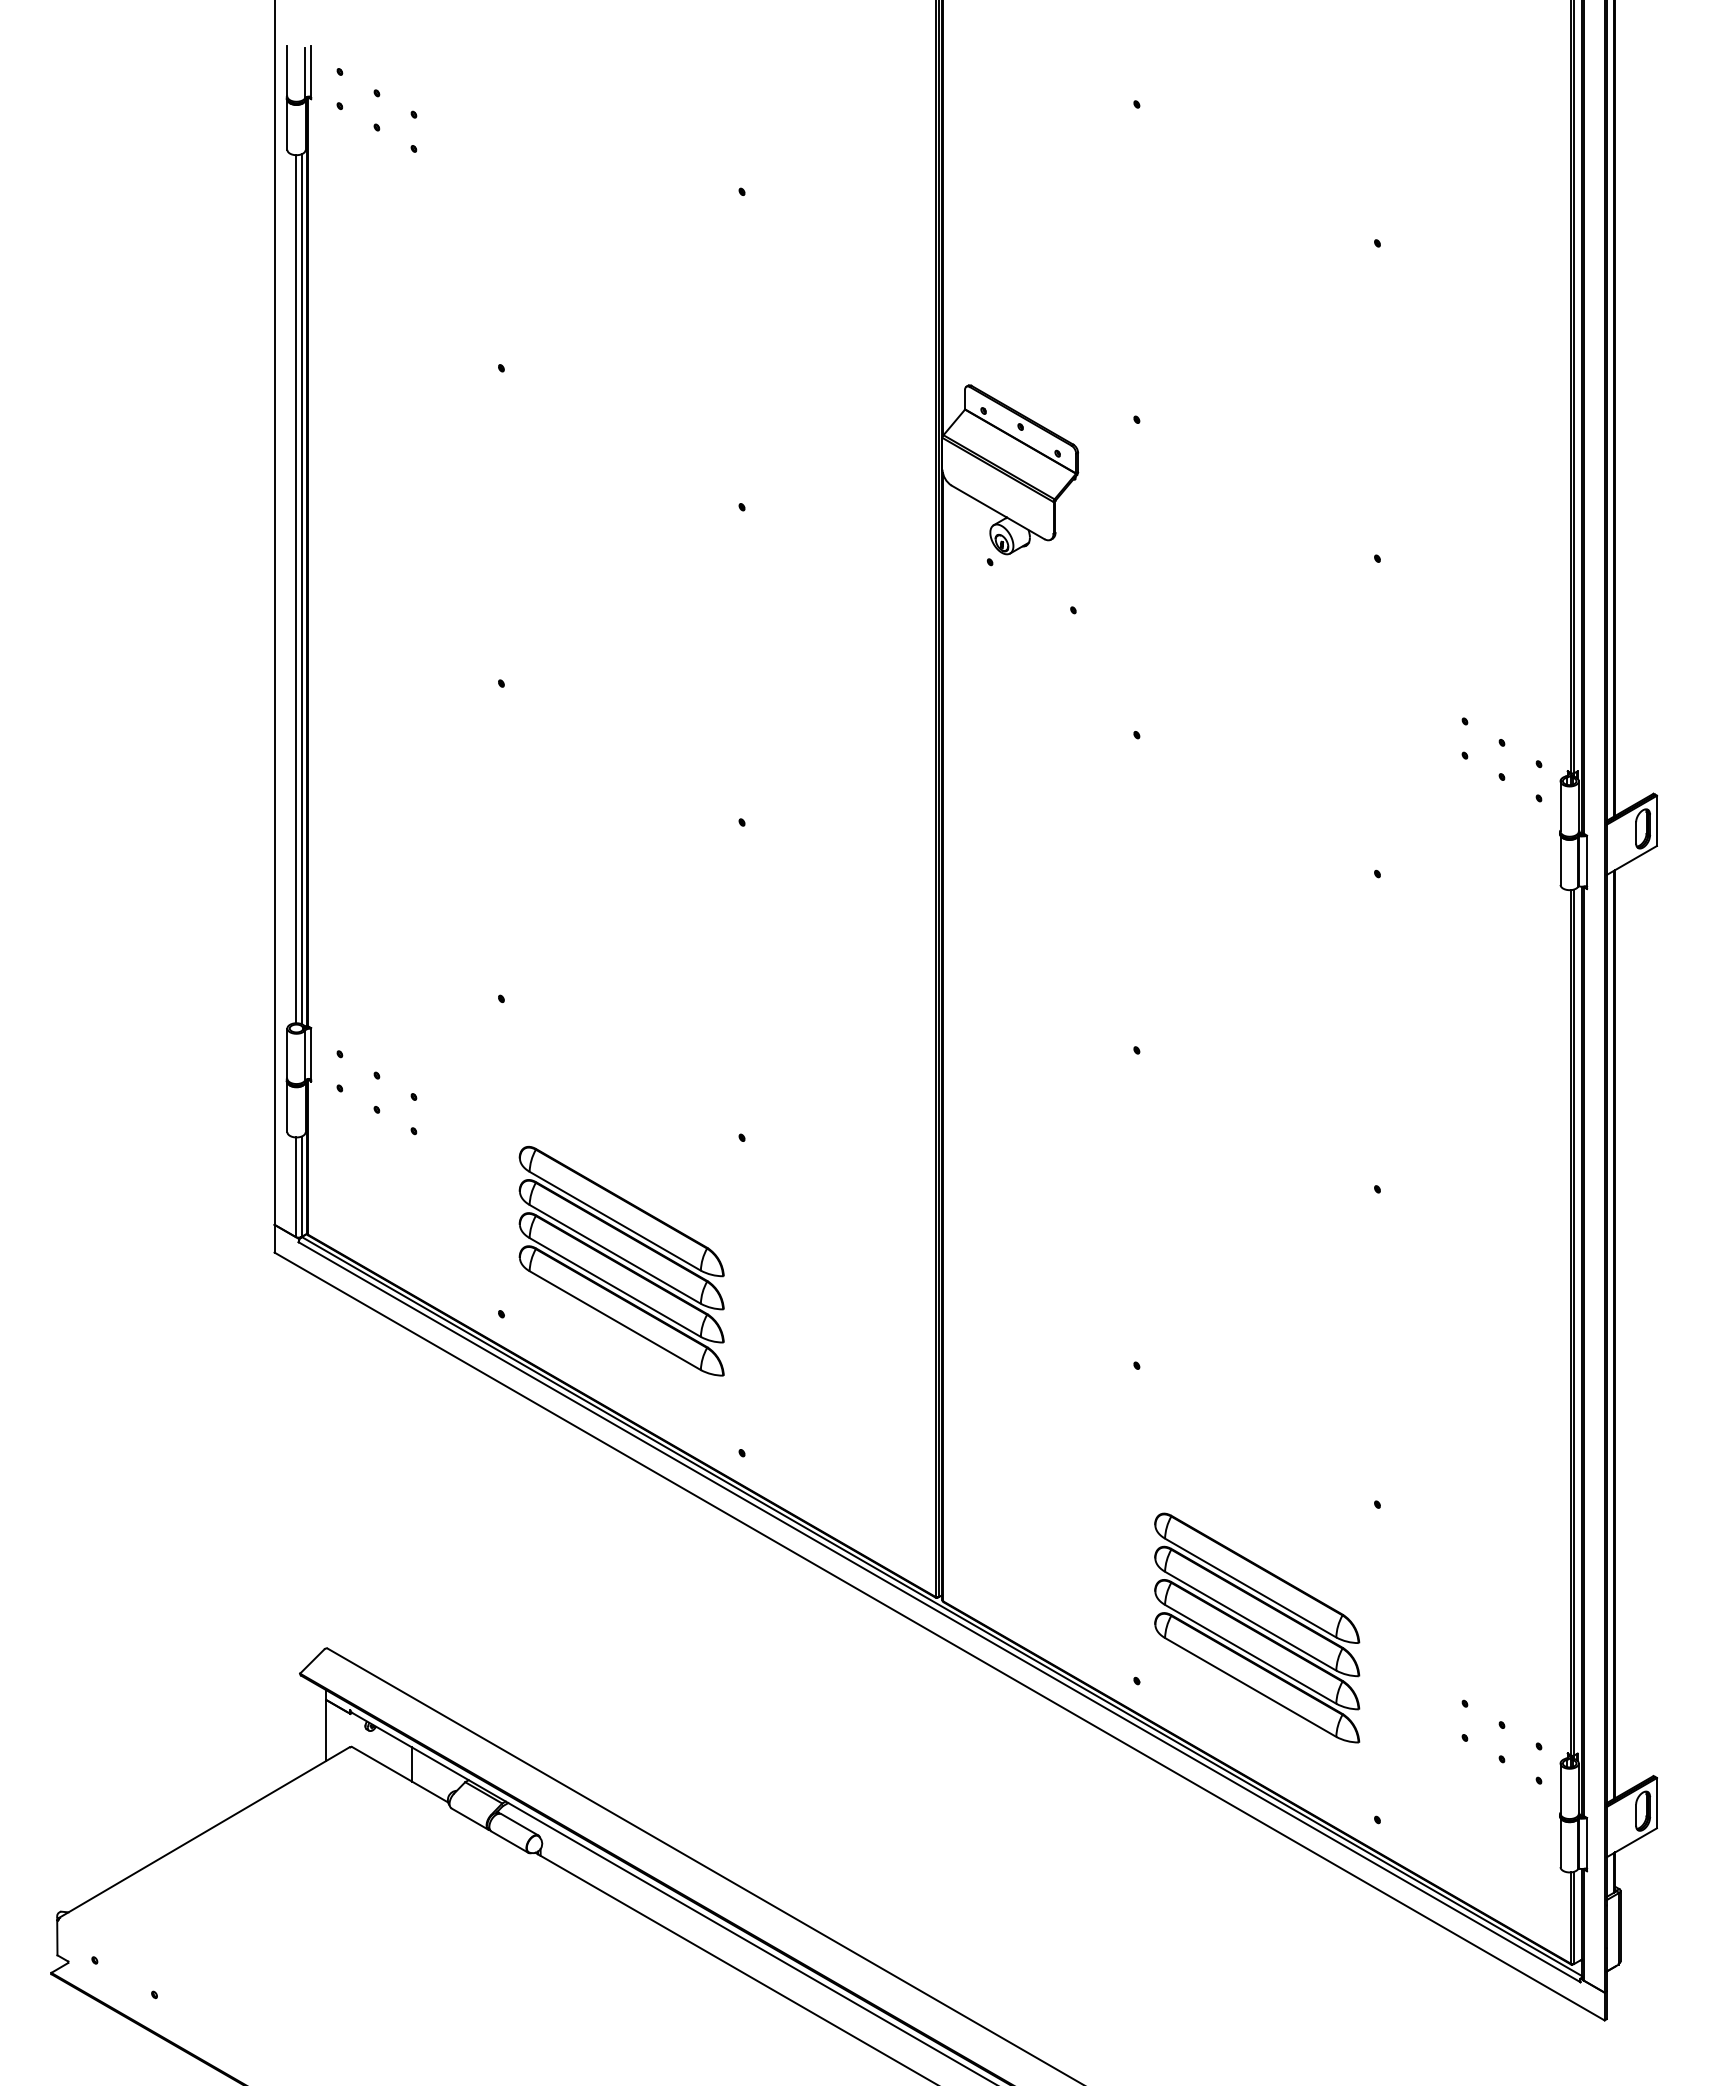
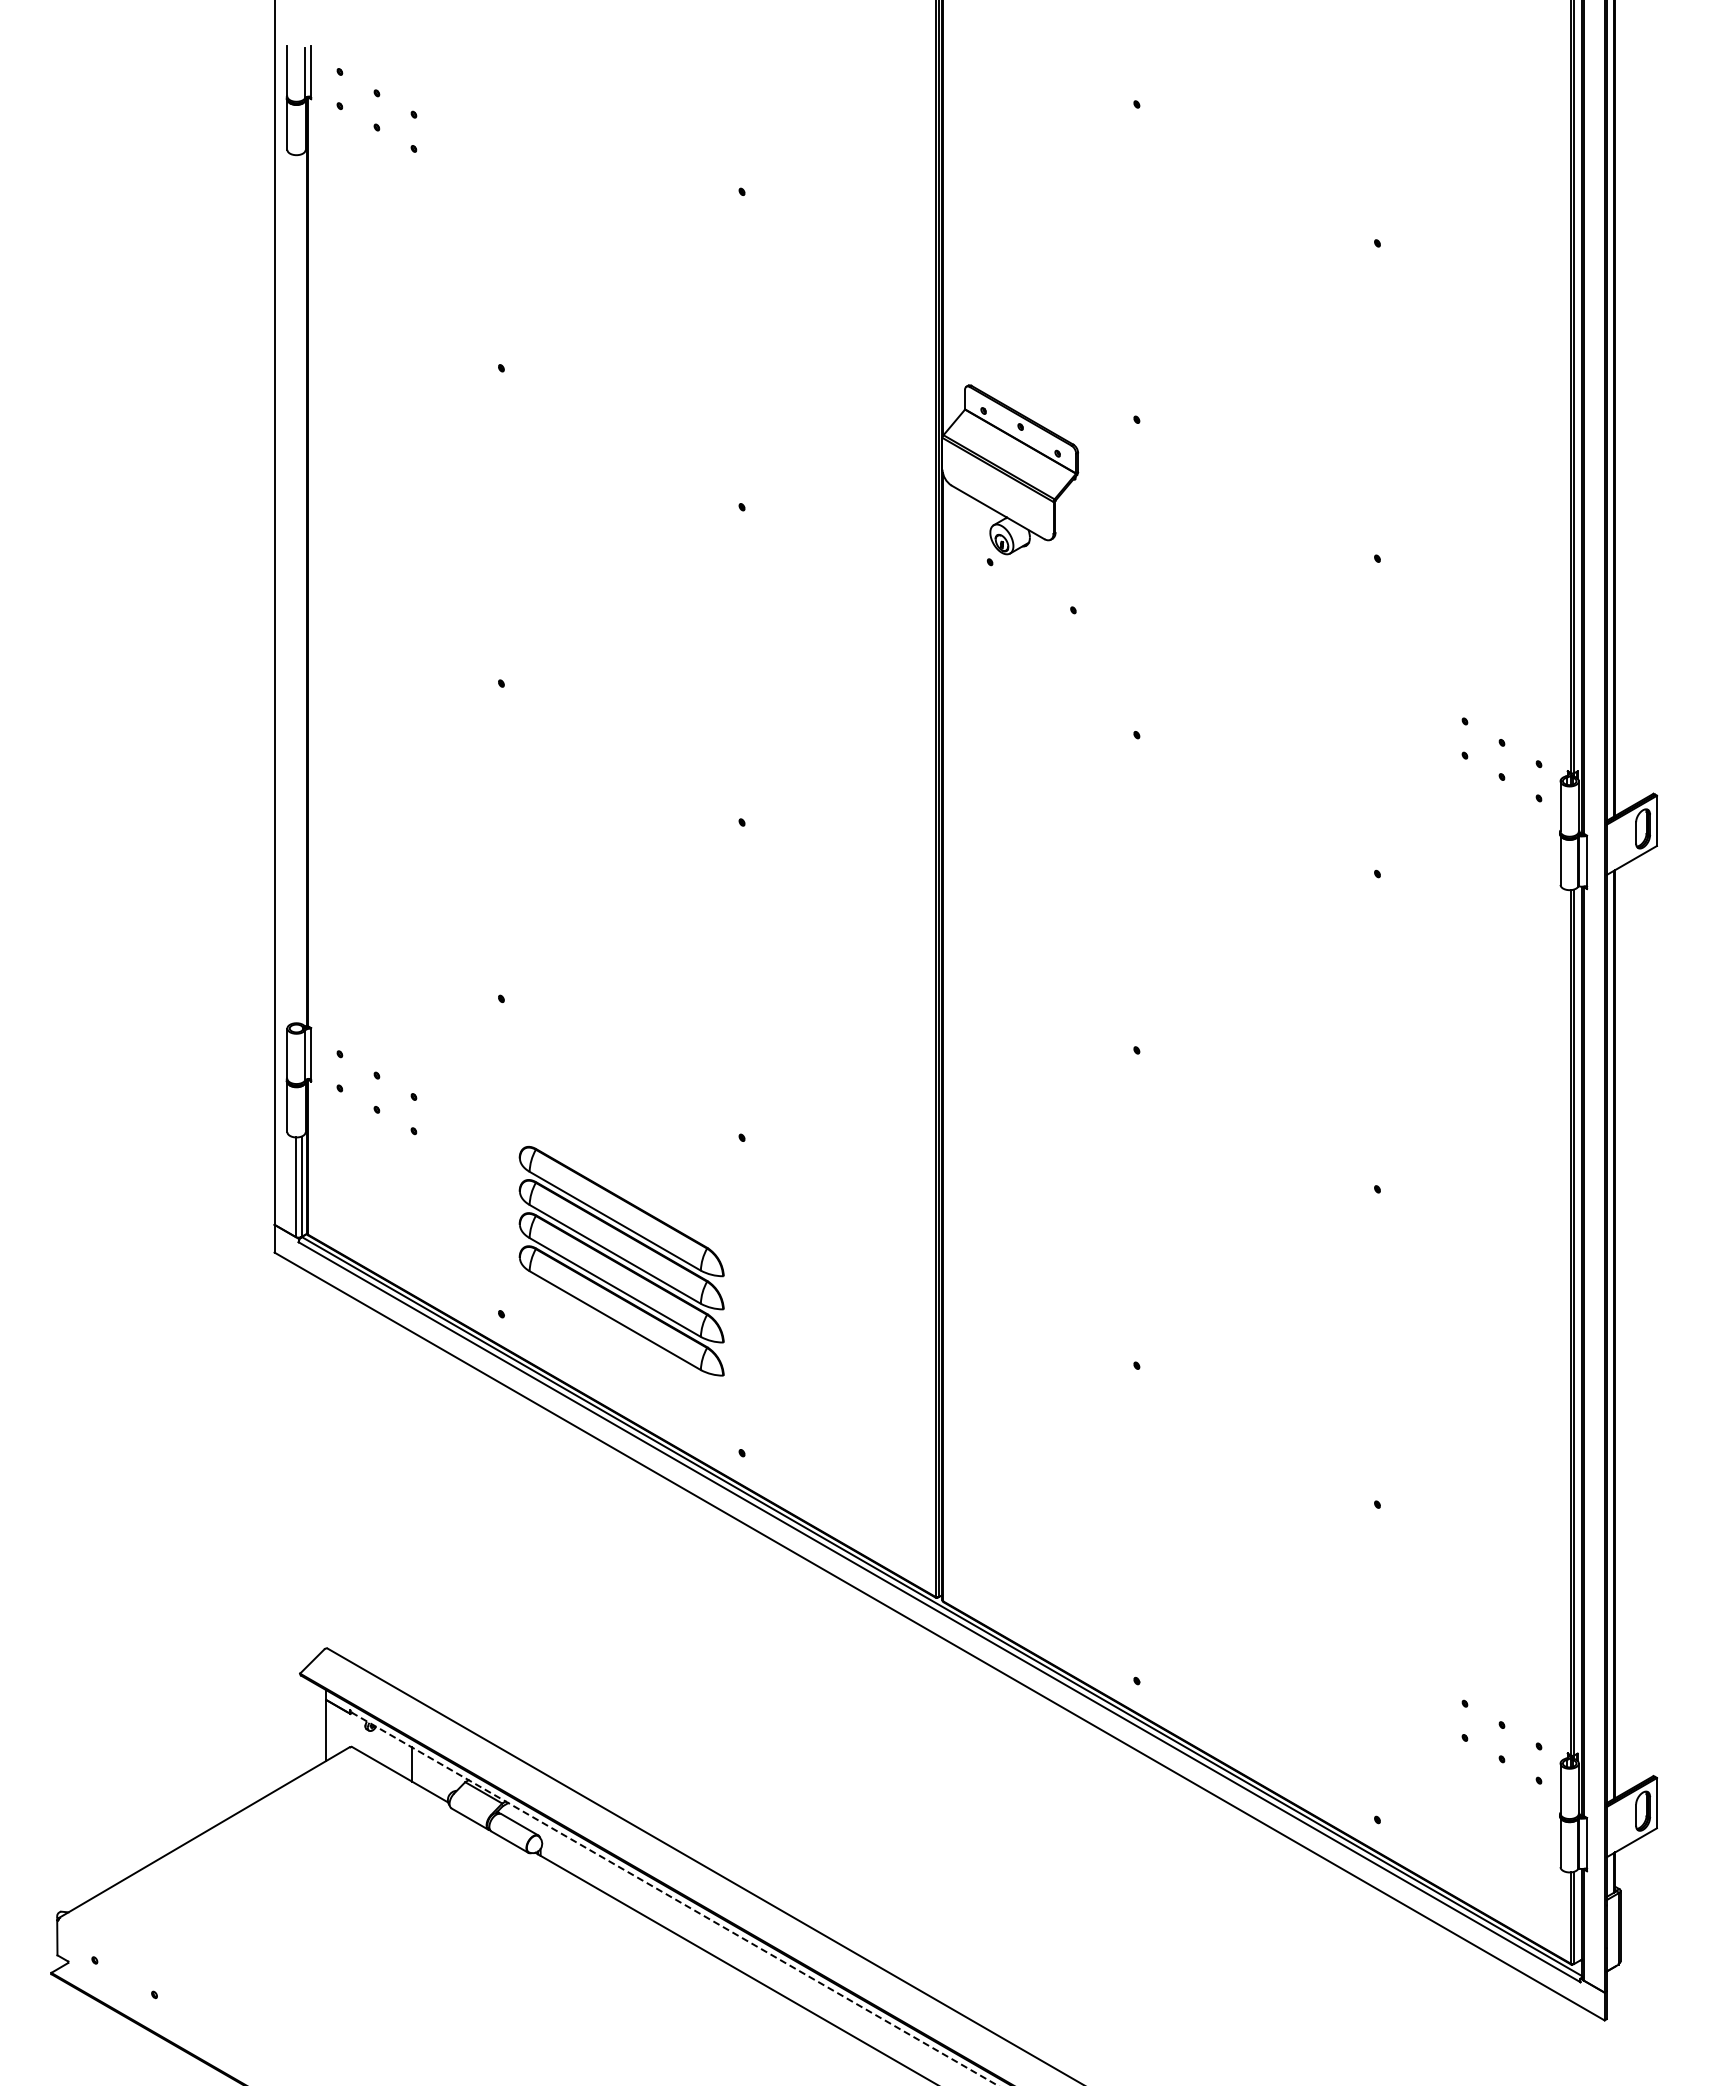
line at (295, 589): present -> none
line at (301, 589): present -> none
part at (1257, 1627): present -> none
line at (675, 1899): solid -> dashed
